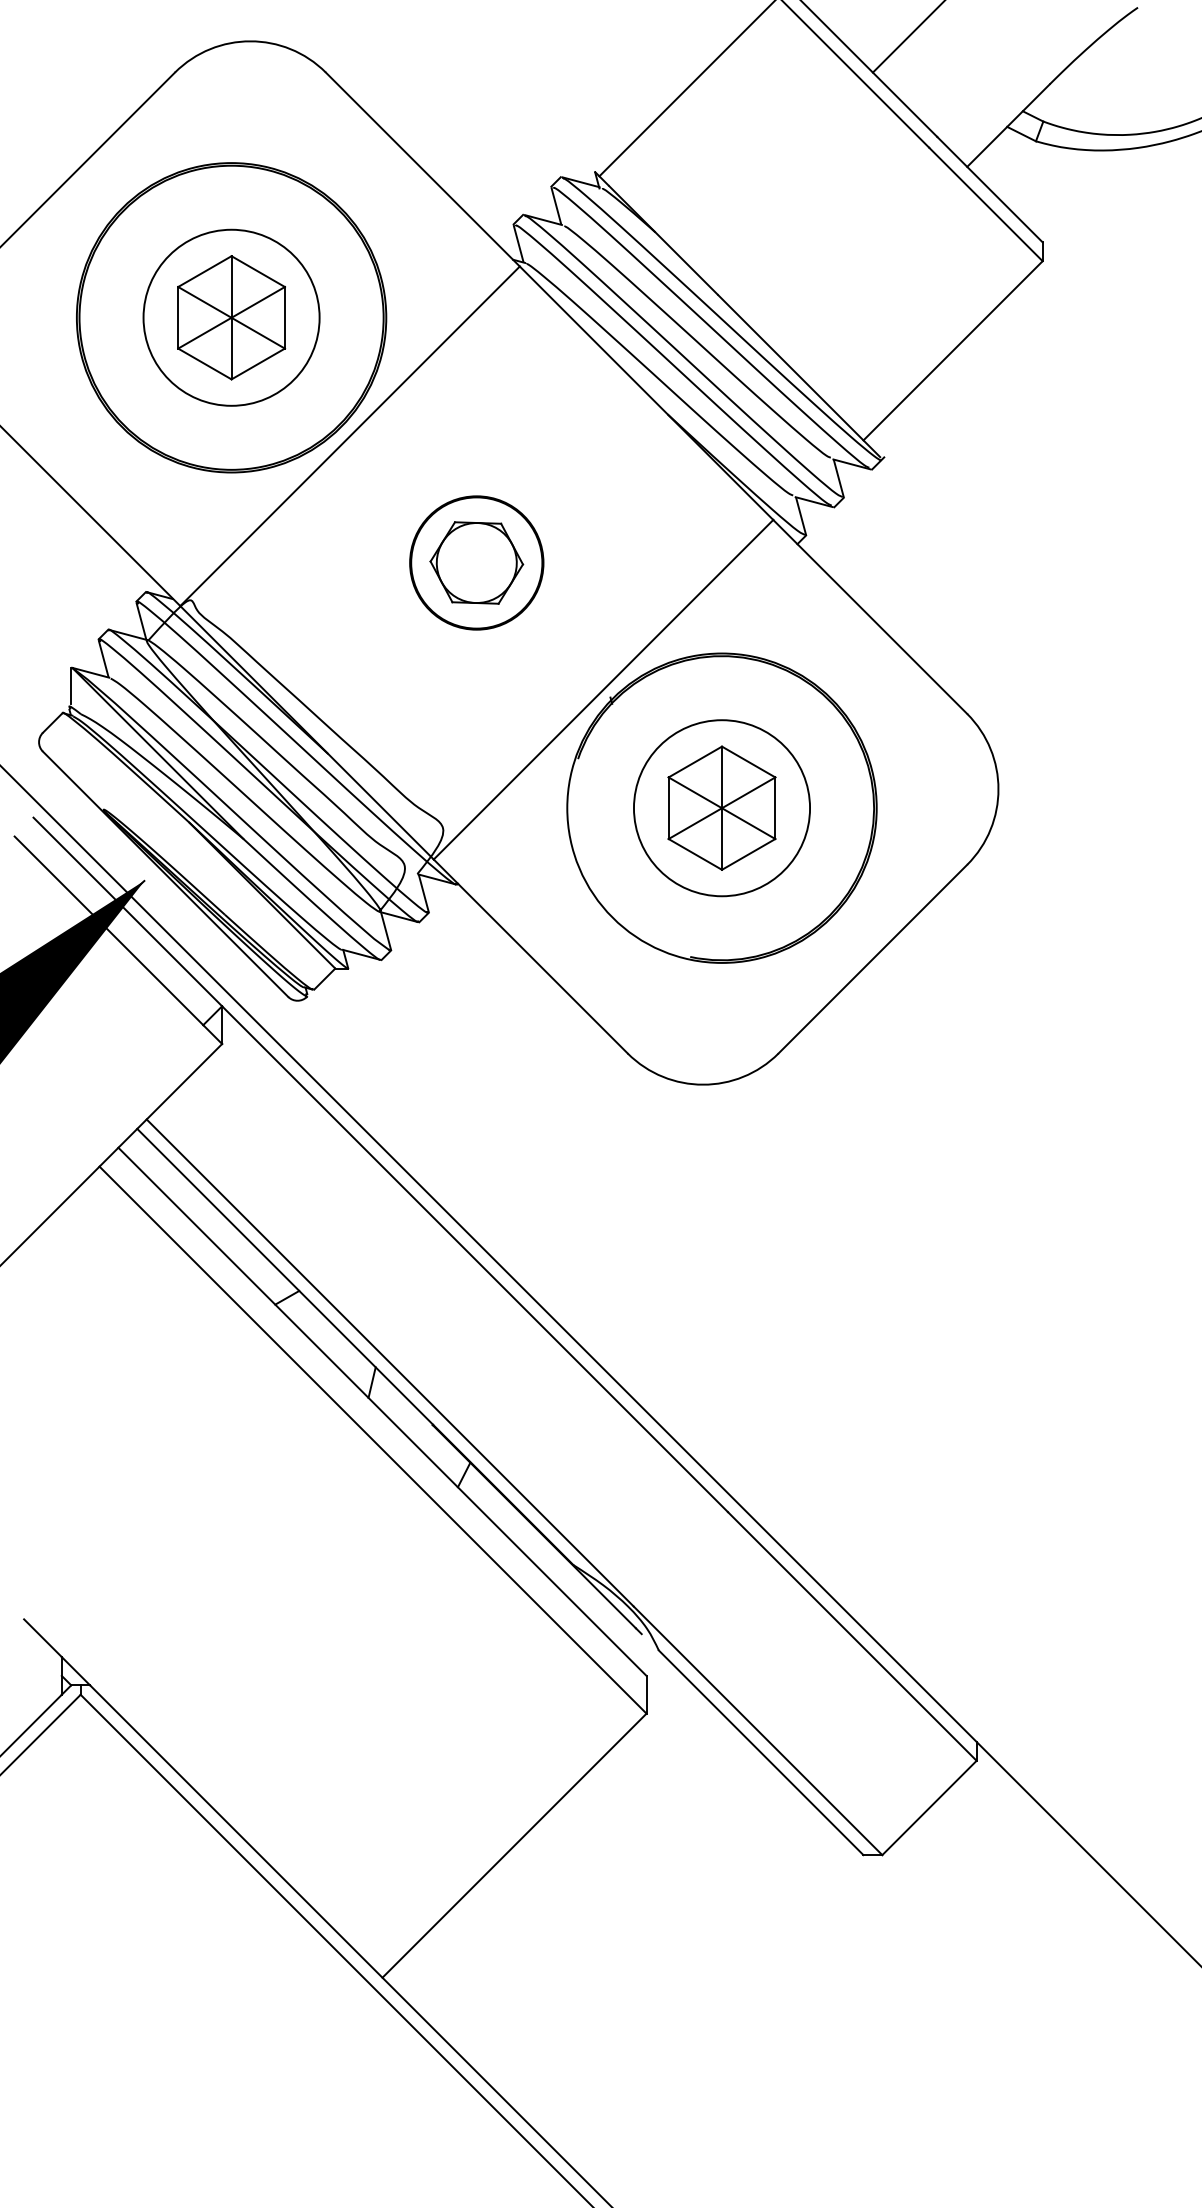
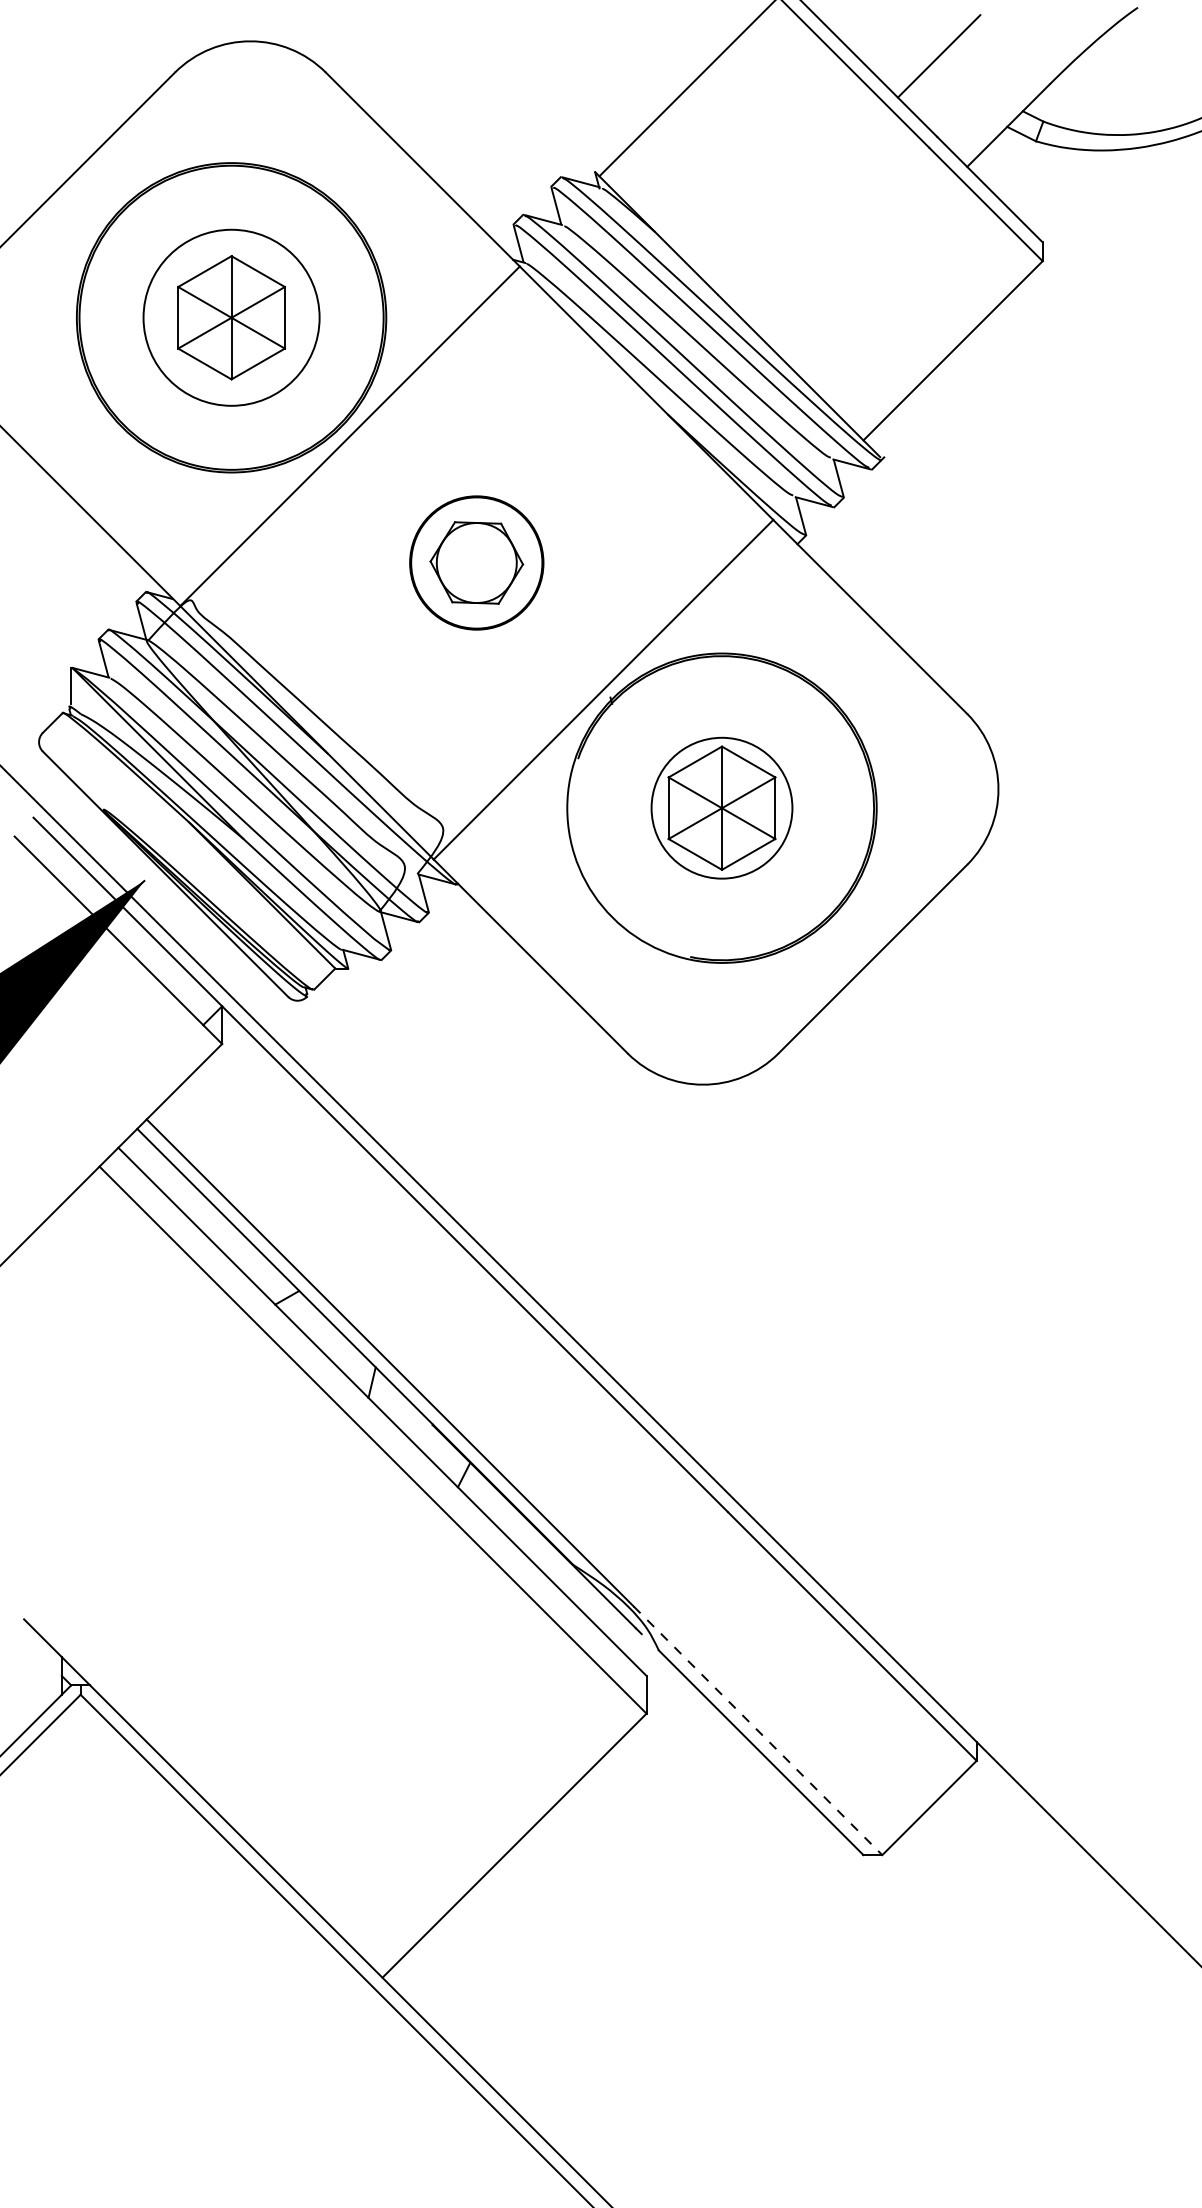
line at (907, 37) position: (907, 37) -> (938, 56)
circle at (721, 808) diameter: 176 px -> 141 px
line at (758, 1730): solid -> dashed
